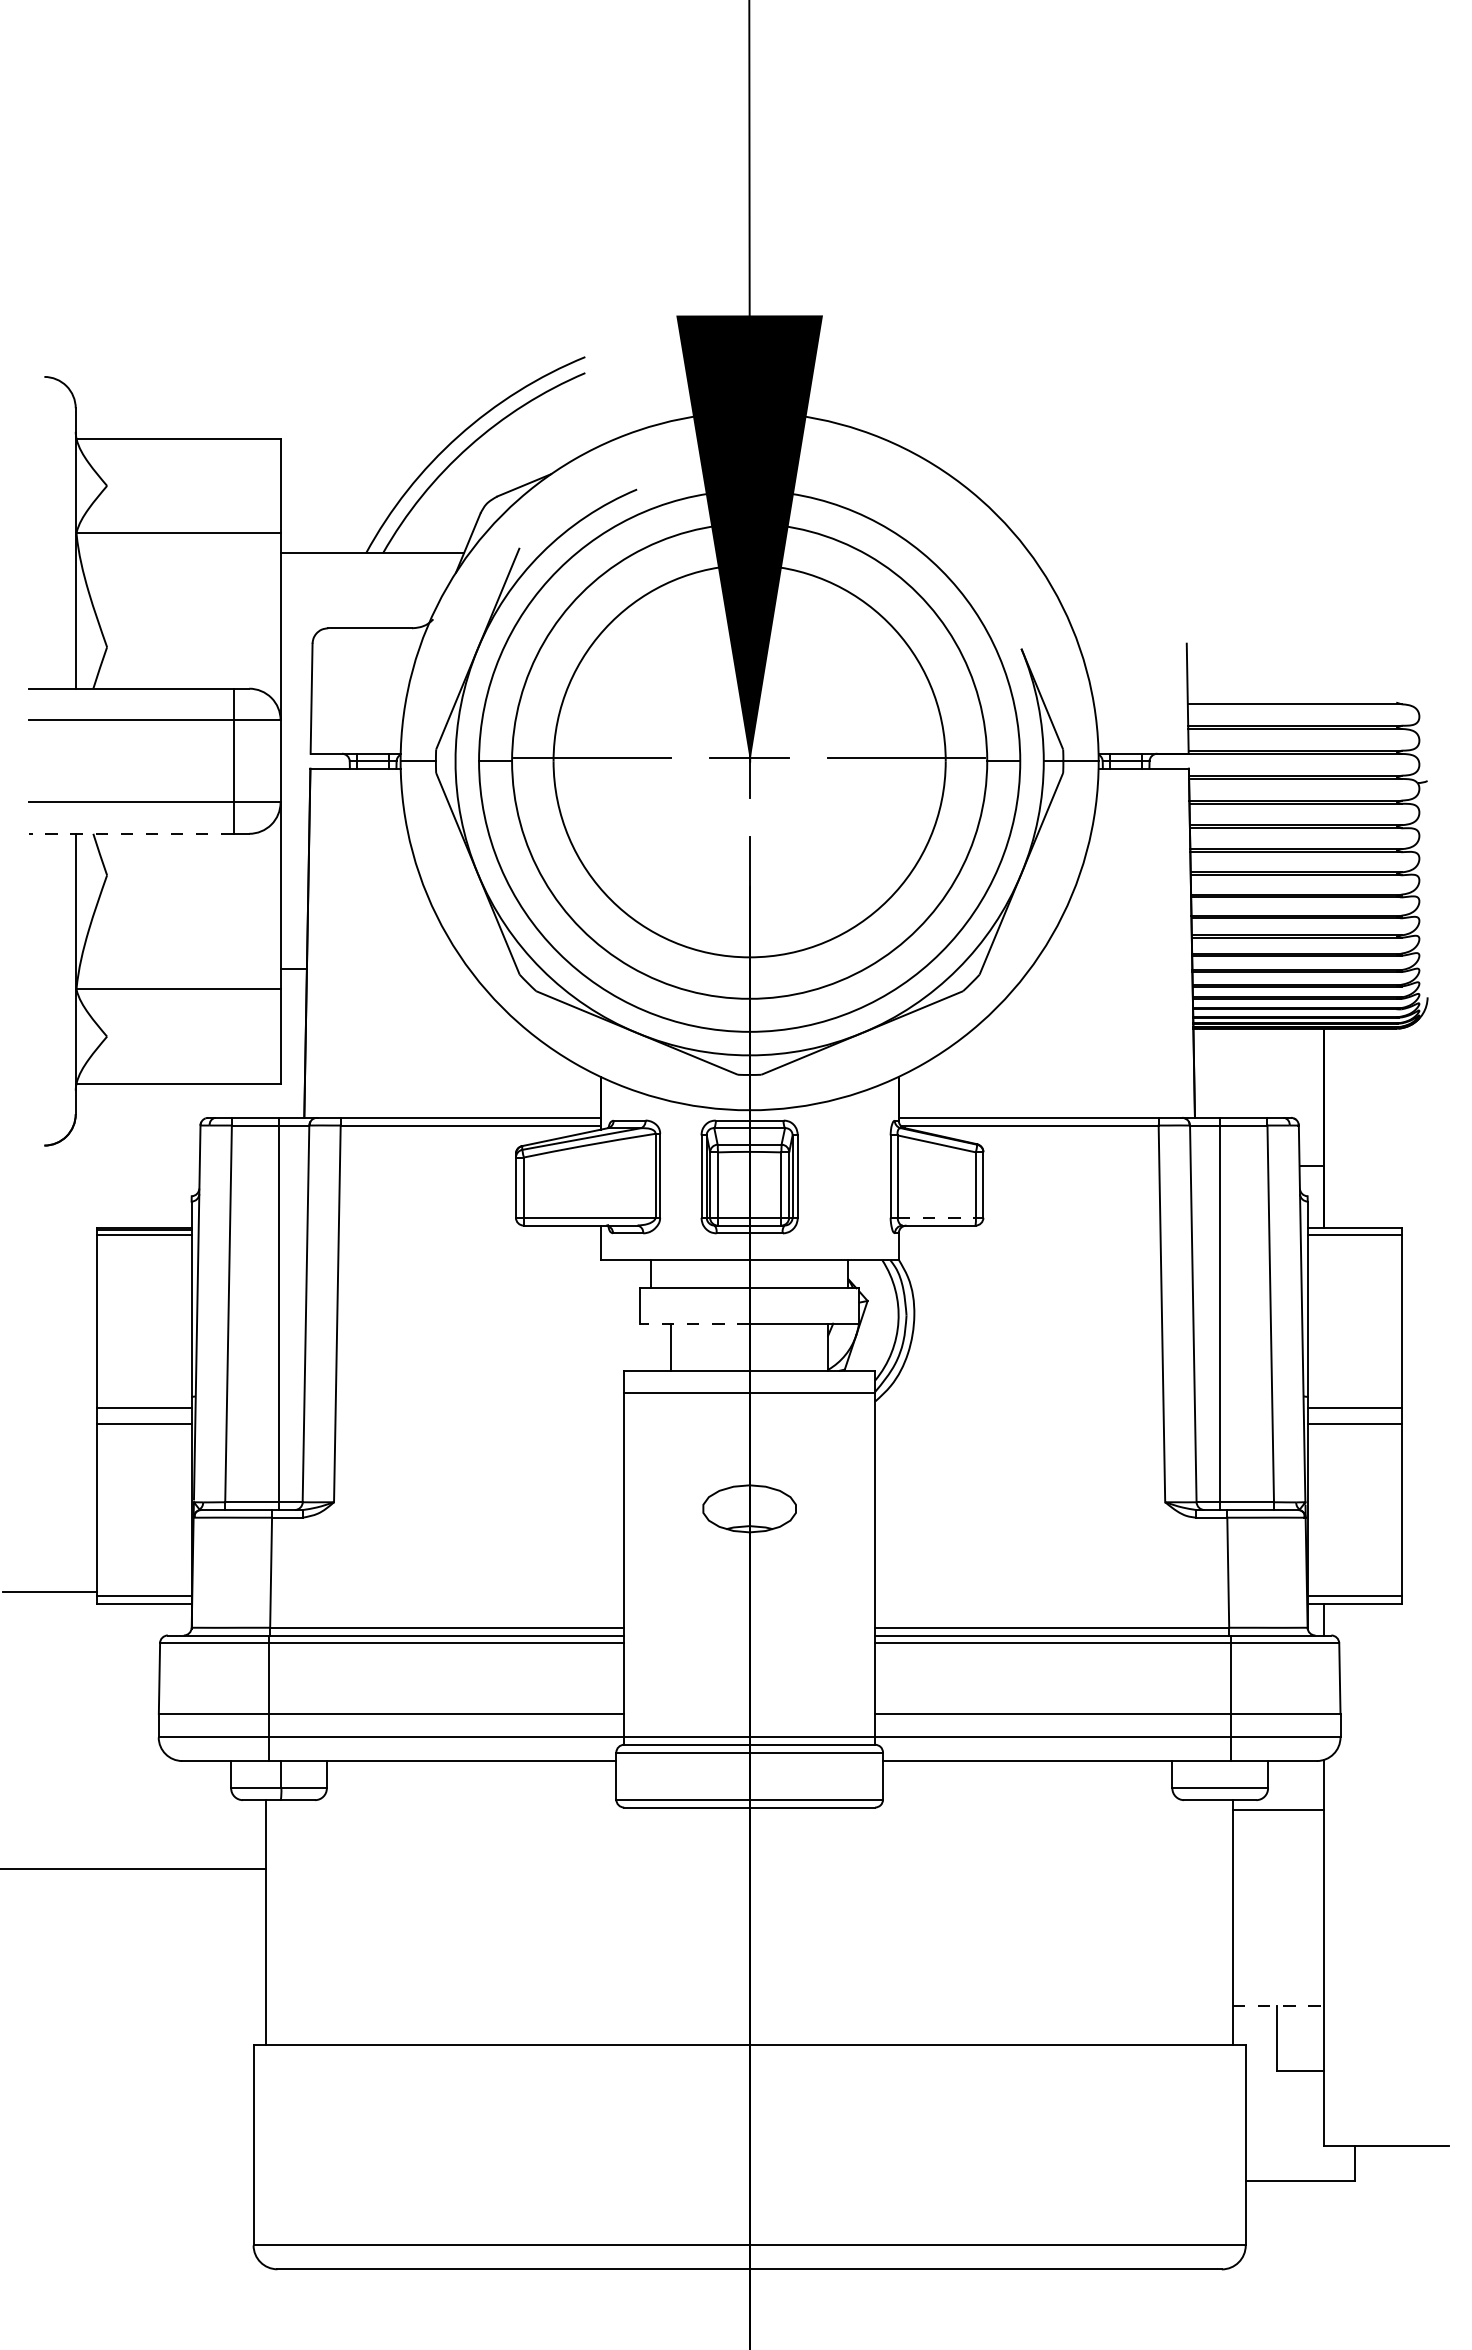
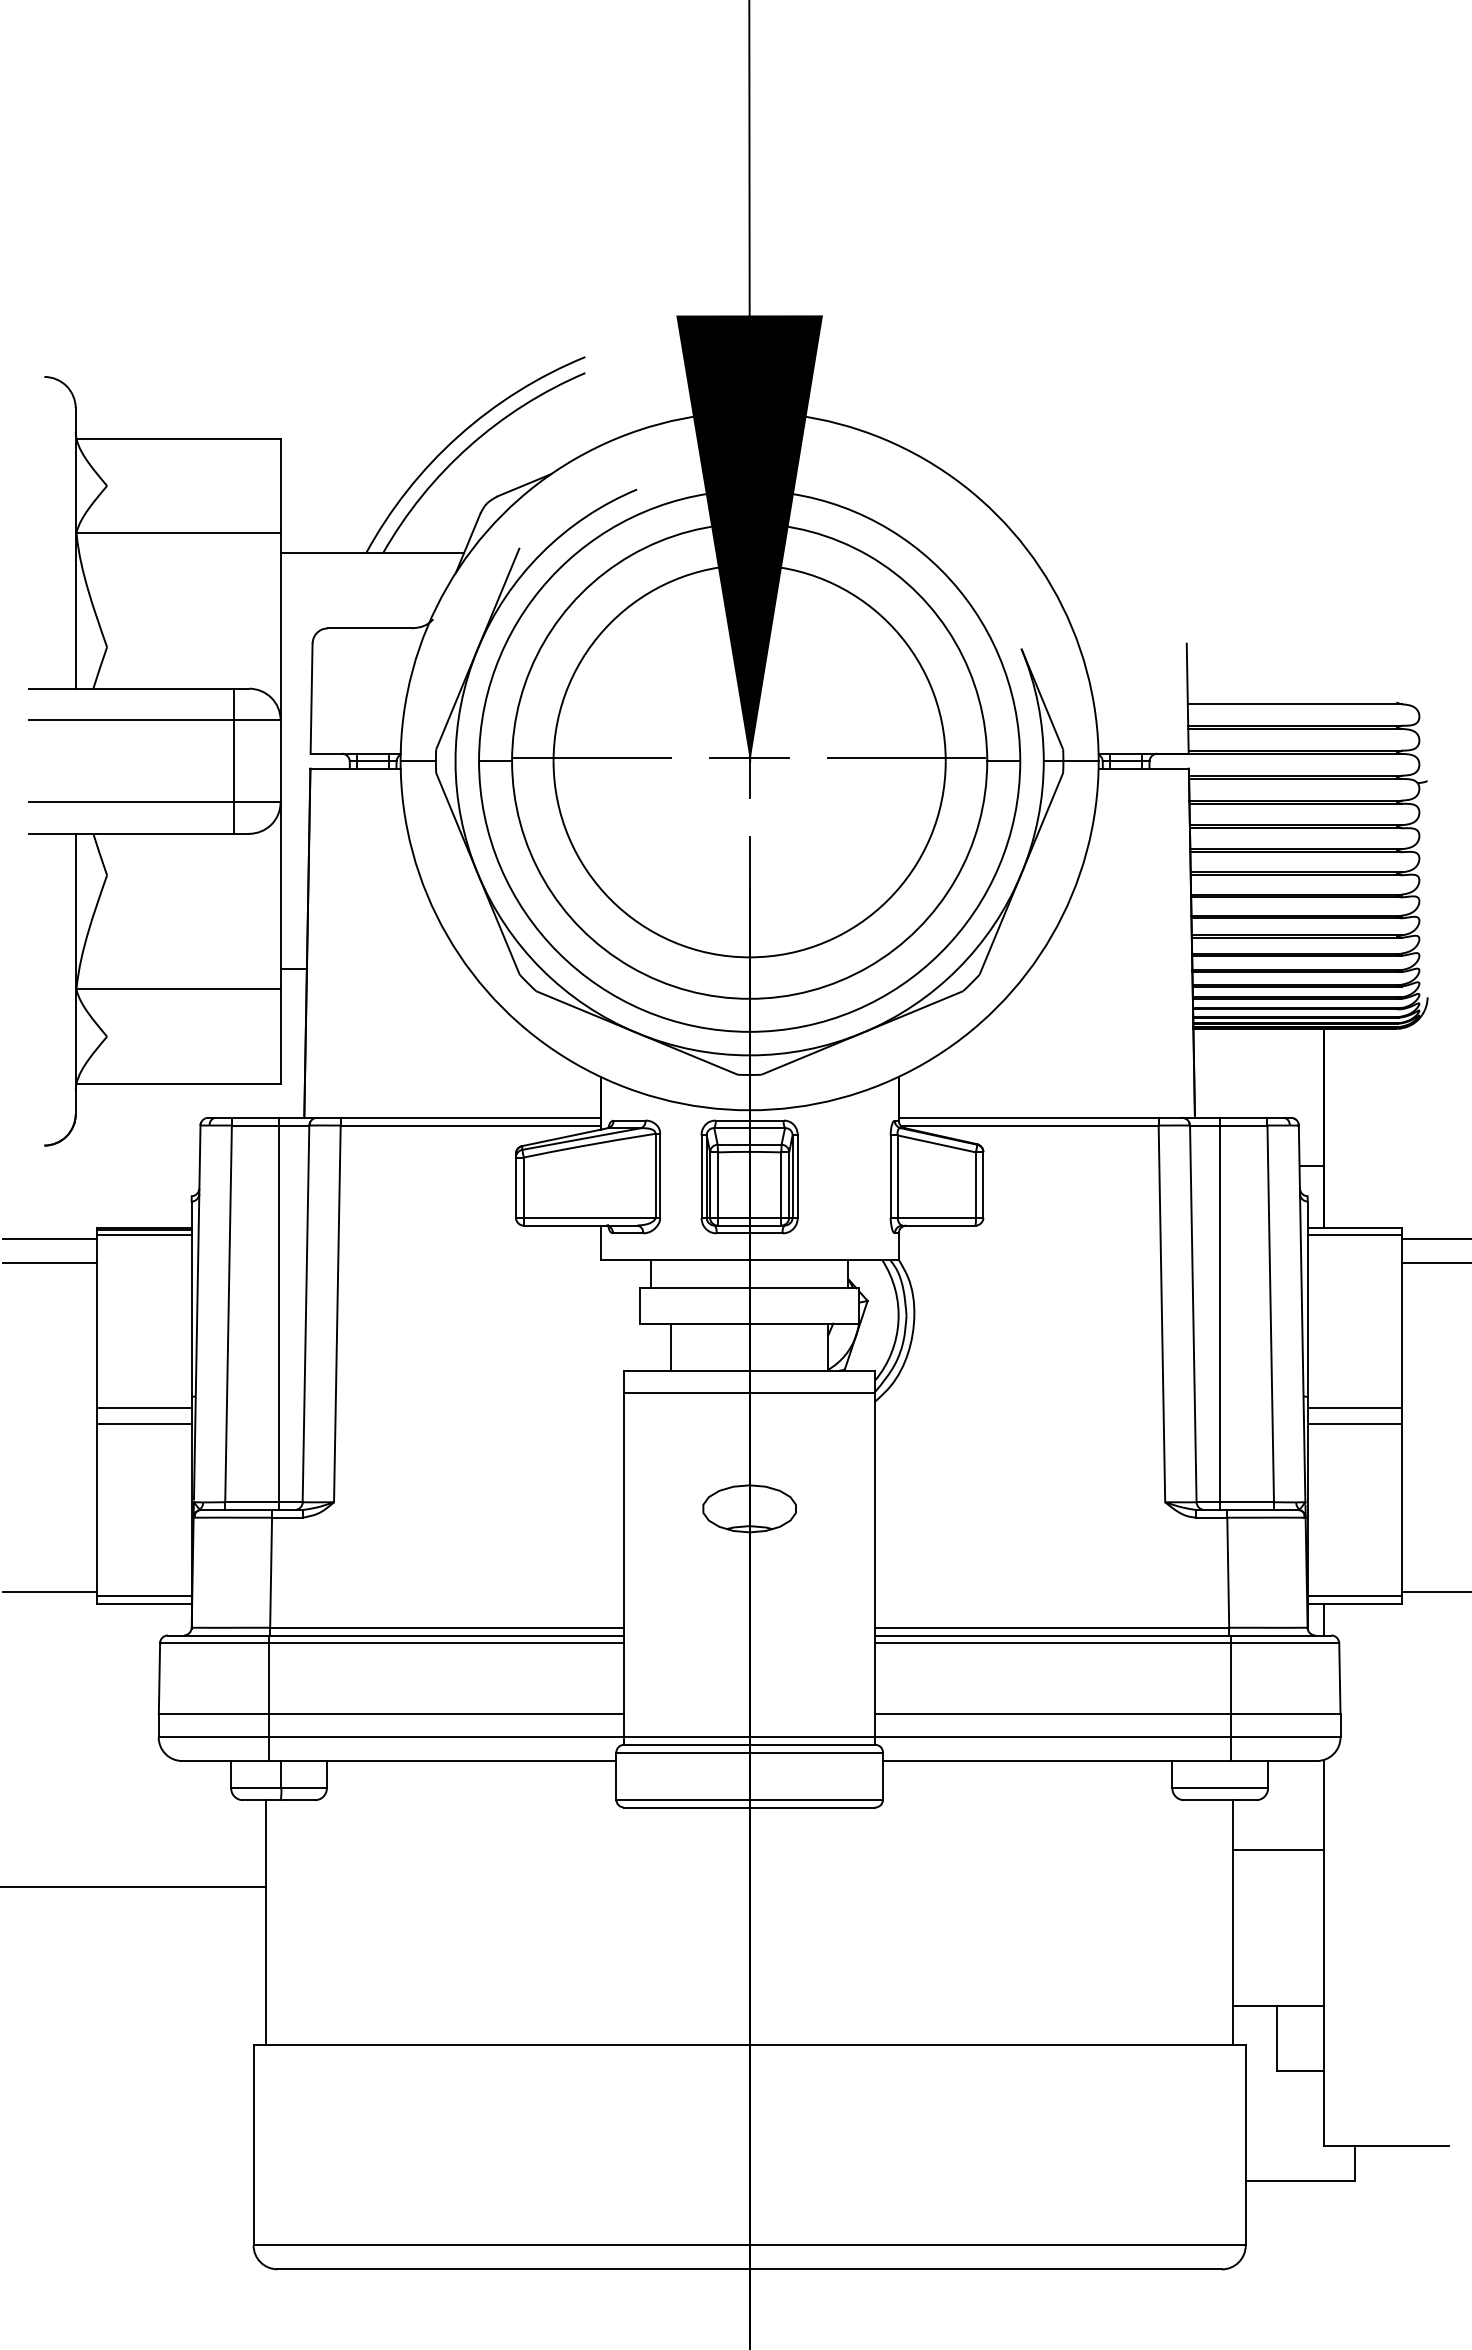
line at (130, 833): dashed -> solid
line at (937, 1217): dashed -> solid
line at (50, 1239): none -> present
line at (1434, 1239): none -> present
line at (50, 1263): none -> present
line at (1434, 1263): none -> present
line at (694, 1323): dashed -> solid
line at (1434, 1592): none -> present
line at (1277, 1809) position: (1277, 1809) -> (1277, 1849)
line at (134, 1868) position: (134, 1868) -> (134, 1886)
line at (1278, 2006): dashed -> solid
